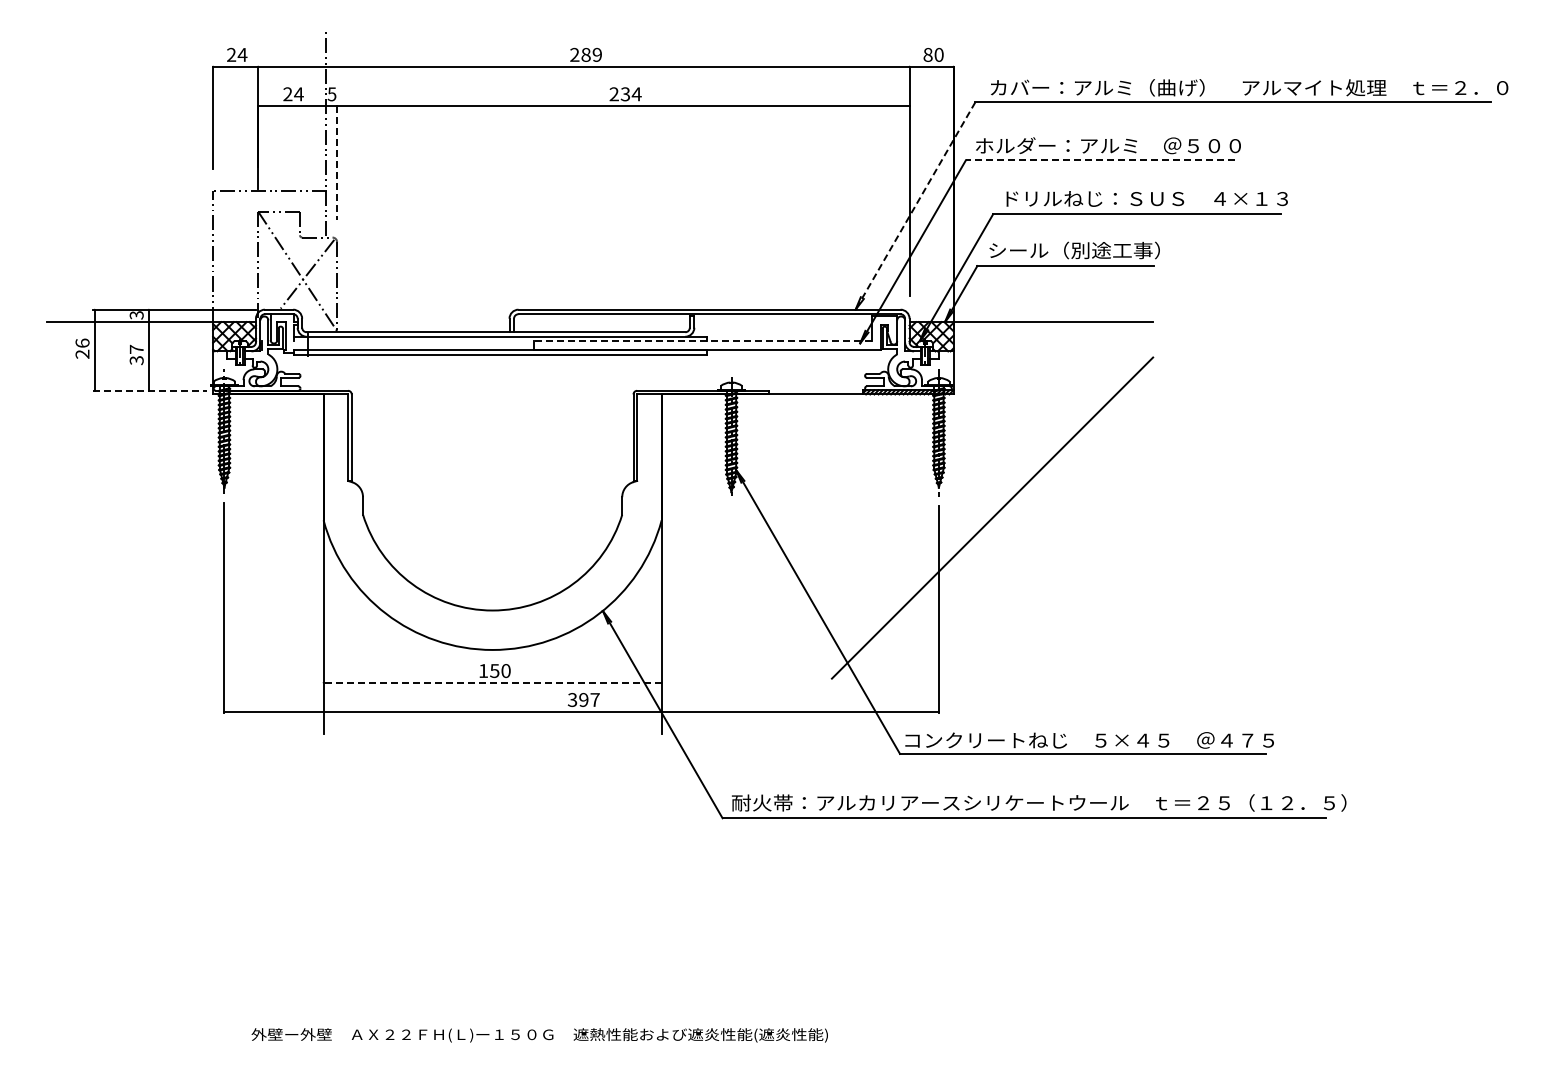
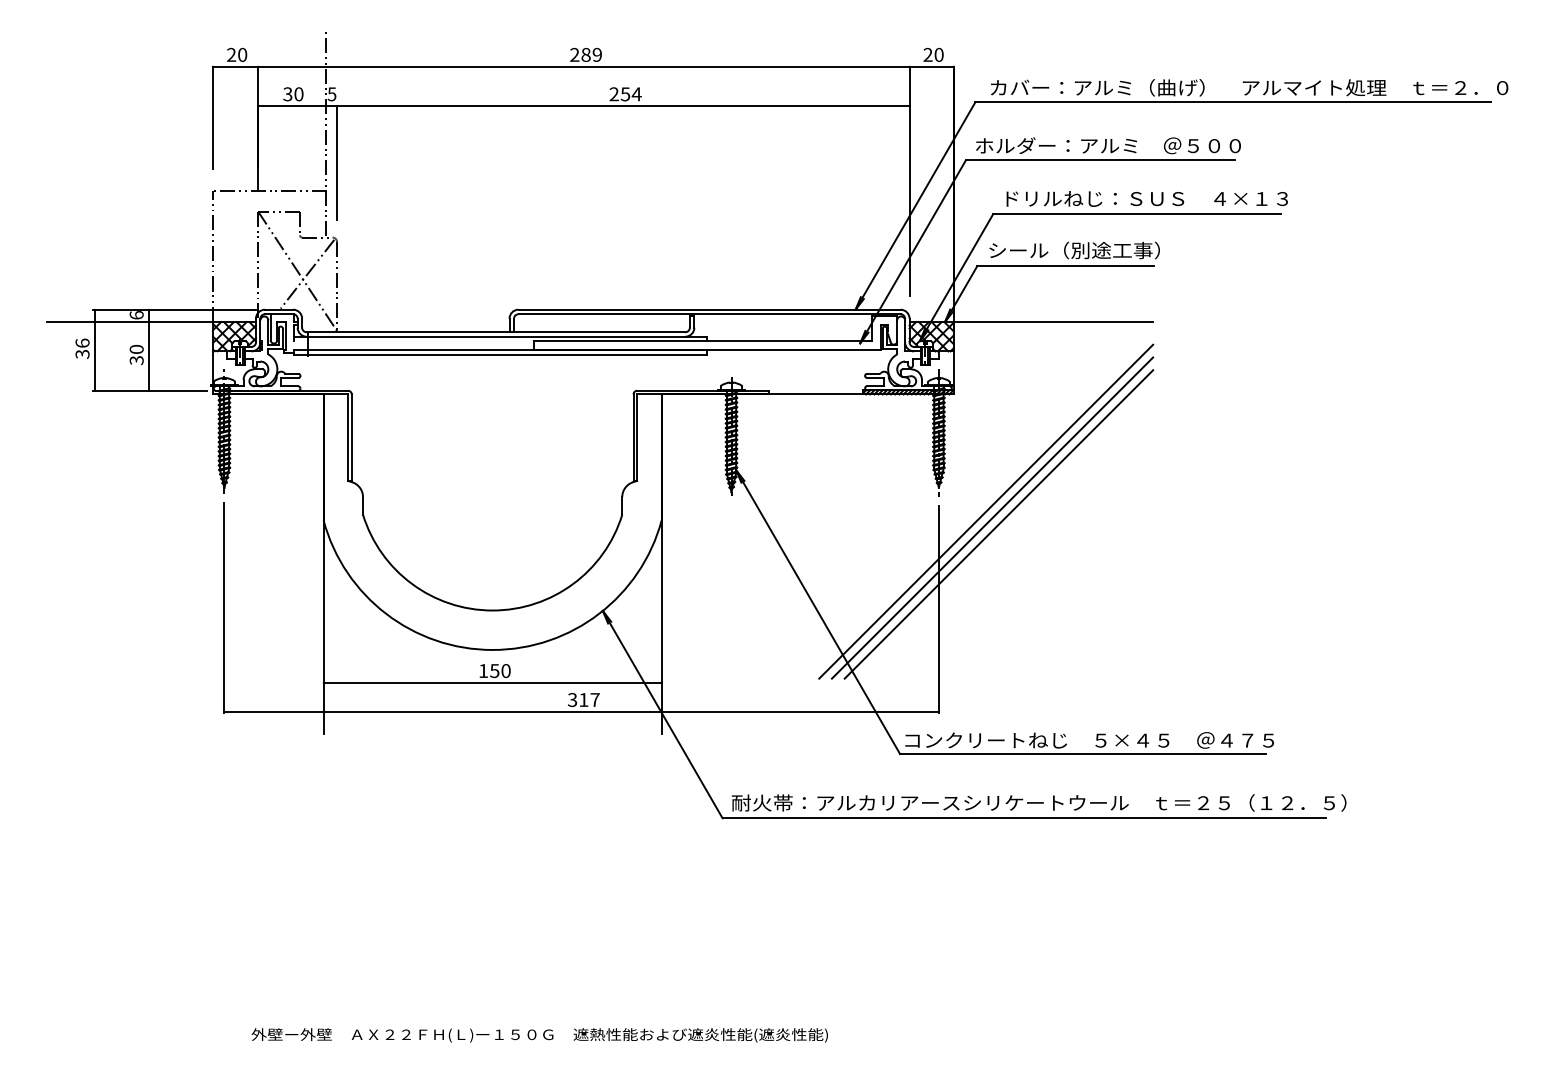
text at (242, 54): 24 -> 20
text at (927, 54): 80 -> 20
text at (625, 93): 234 -> 254
text at (293, 94): 24 -> 30
line at (1100, 160): dashed -> solid
line at (337, 162): dashed -> solid
line at (915, 205): dashed -> solid
text at (136, 315): 3 -> 6
line at (702, 341): dashed -> solid
text at (136, 348): 37 -> 30
text at (82, 353): 26 -> 36
line at (150, 390): dashed -> solid
line at (986, 511): none -> present
line at (998, 524): none -> present
line at (492, 682): dashed -> solid
text at (583, 699): 397 -> 317
